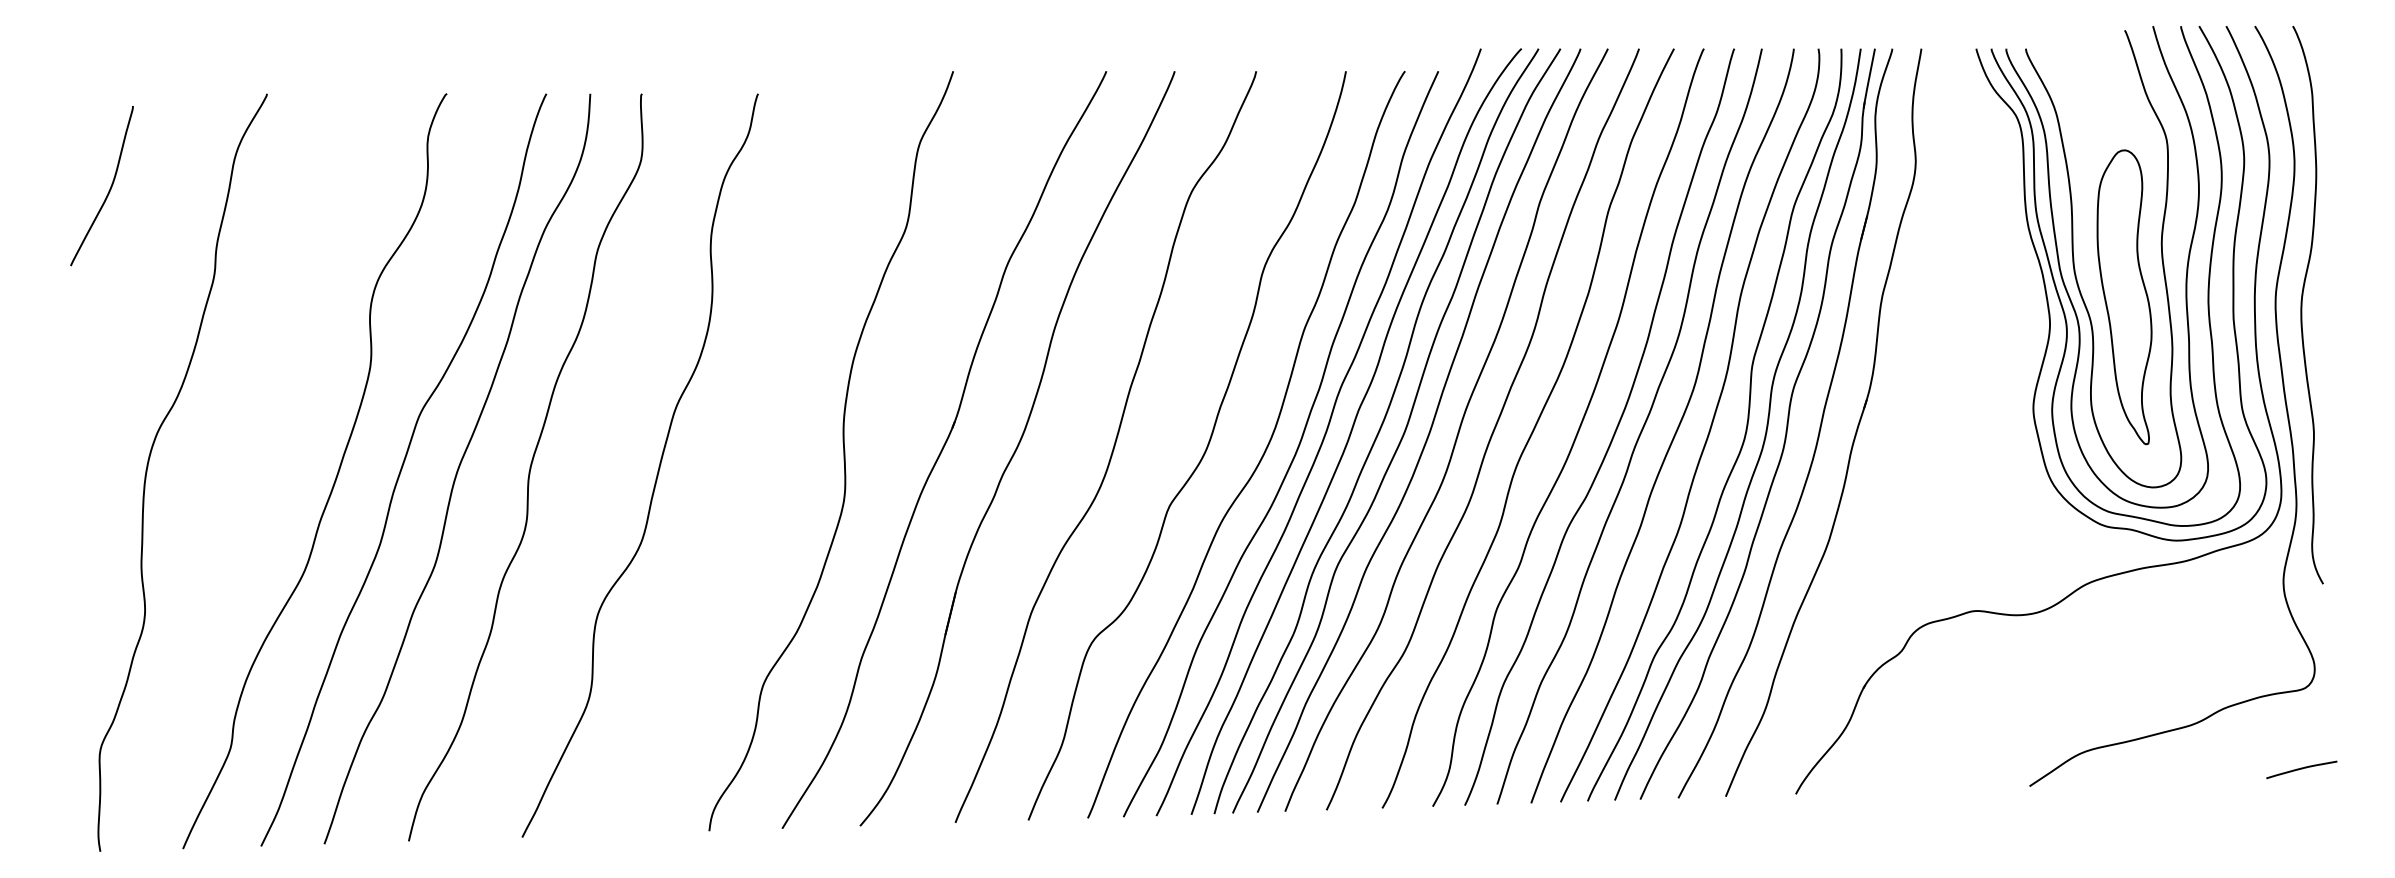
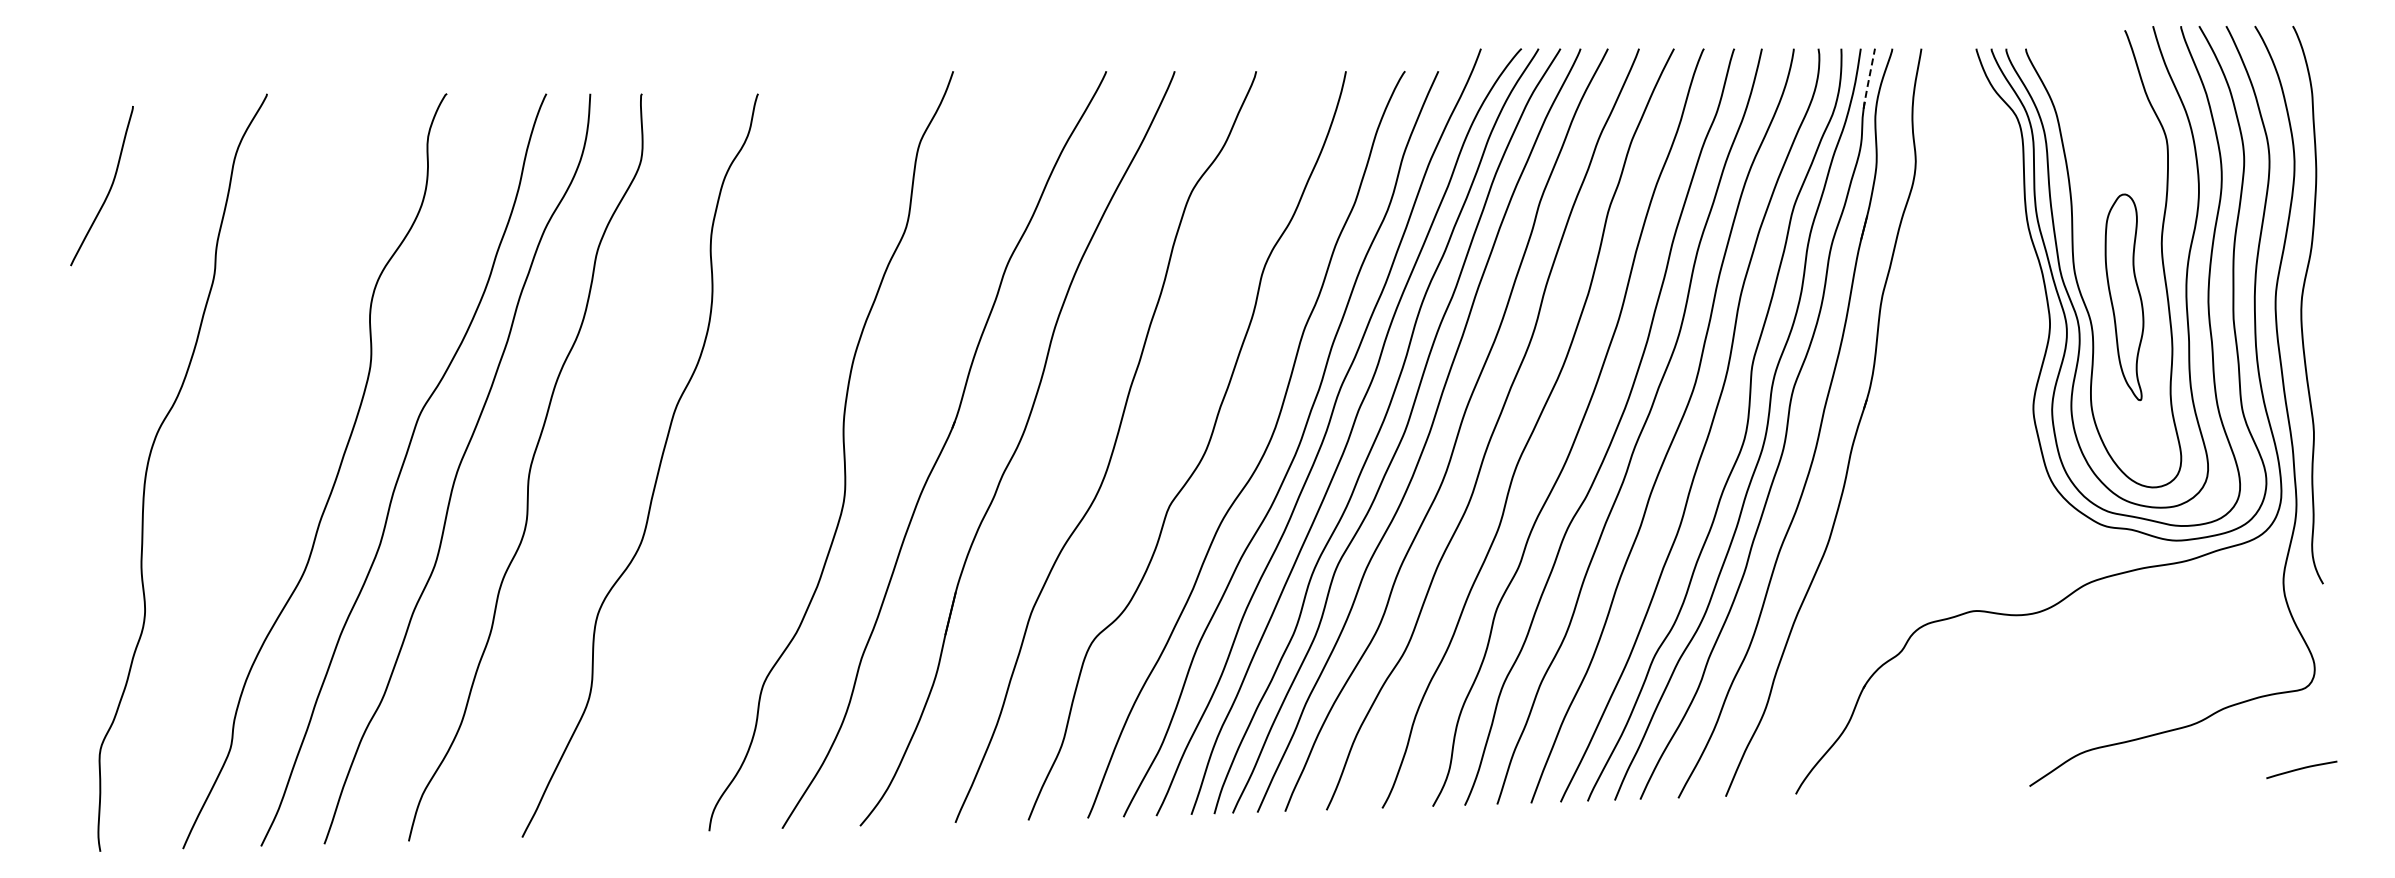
line at (1868, 80): solid -> dashed
part at (2124, 297) size: 57x297 px -> 41x209 px
